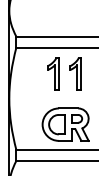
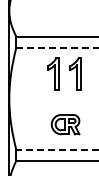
line at (57, 47): solid -> dashed
part at (65, 124) size: 49x35 px -> 31x22 px
line at (57, 149): solid -> dashed
